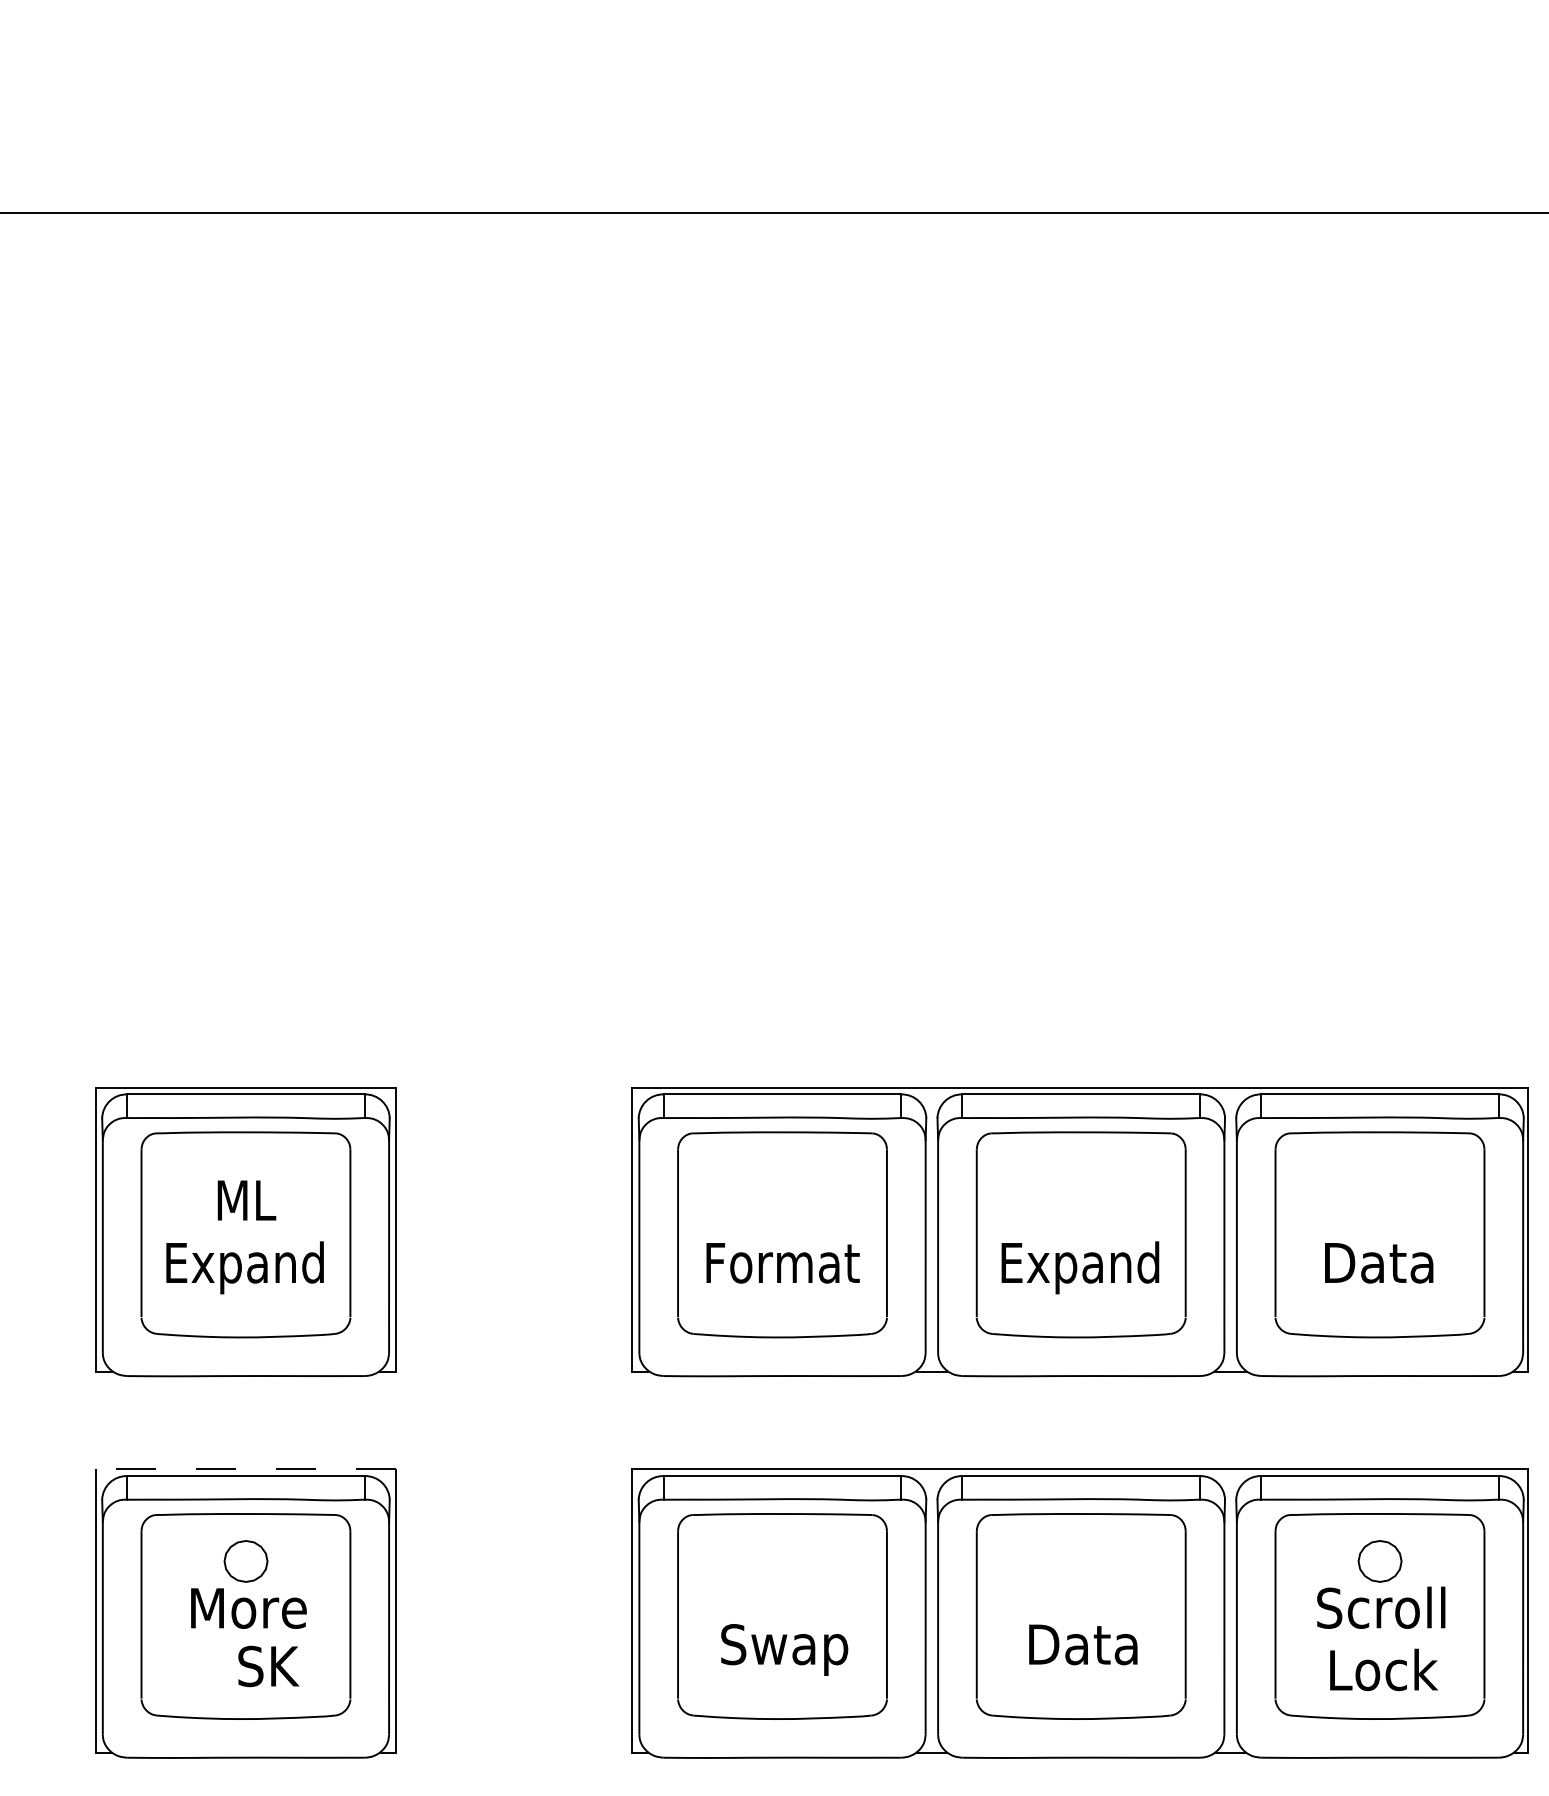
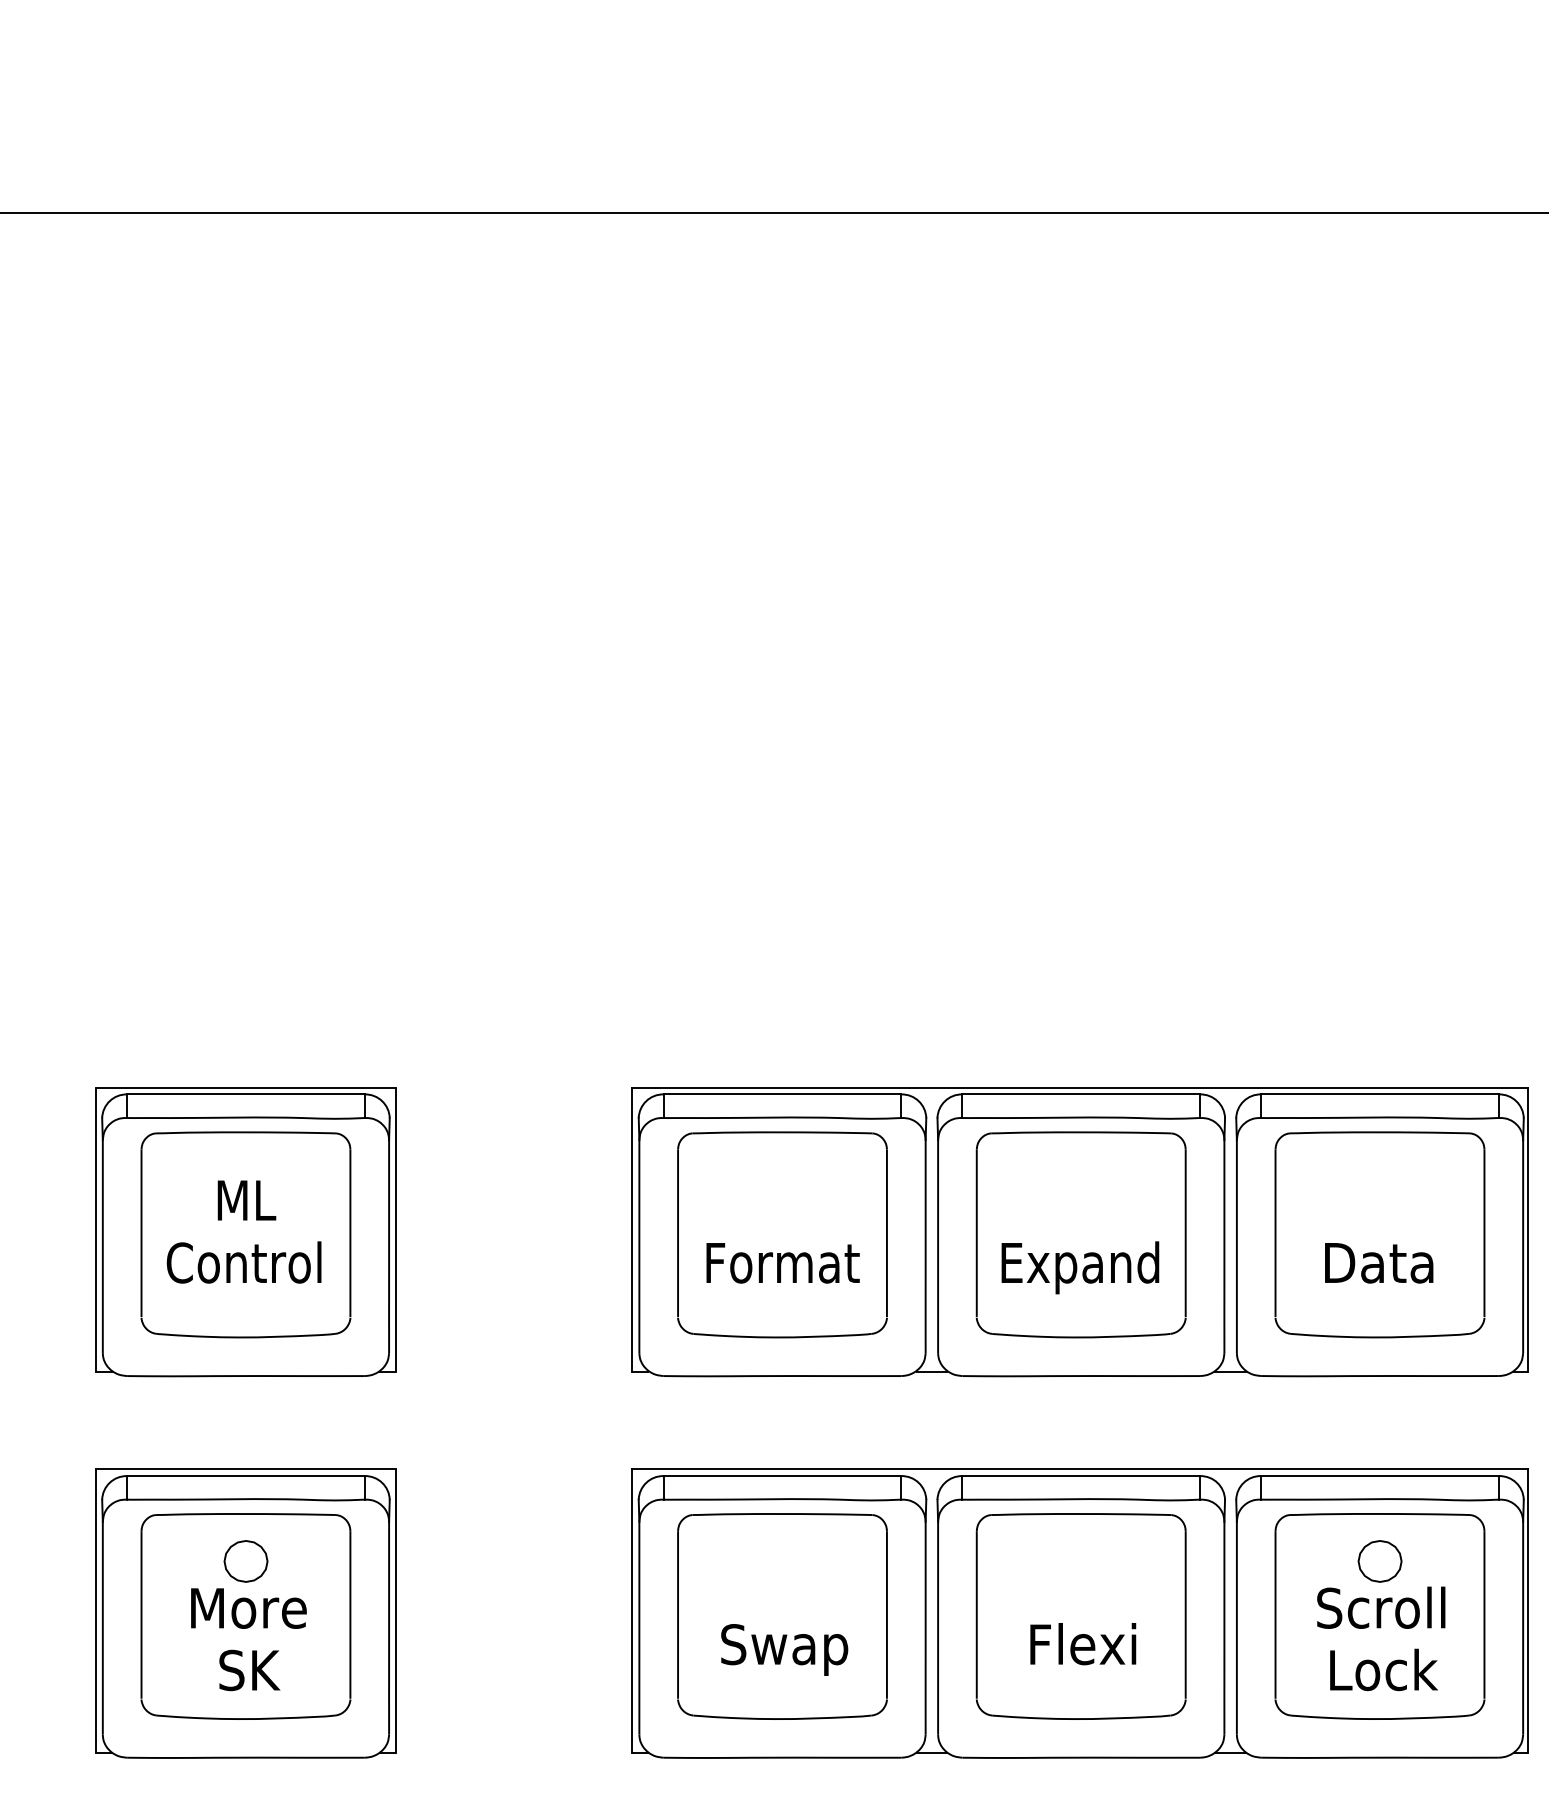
text at (244, 1267): Expand -> Control
line at (245, 1469): dashed -> solid
text at (1083, 1644): Data -> Flexi
text at (268, 1666) position: (268, 1666) -> (249, 1670)
